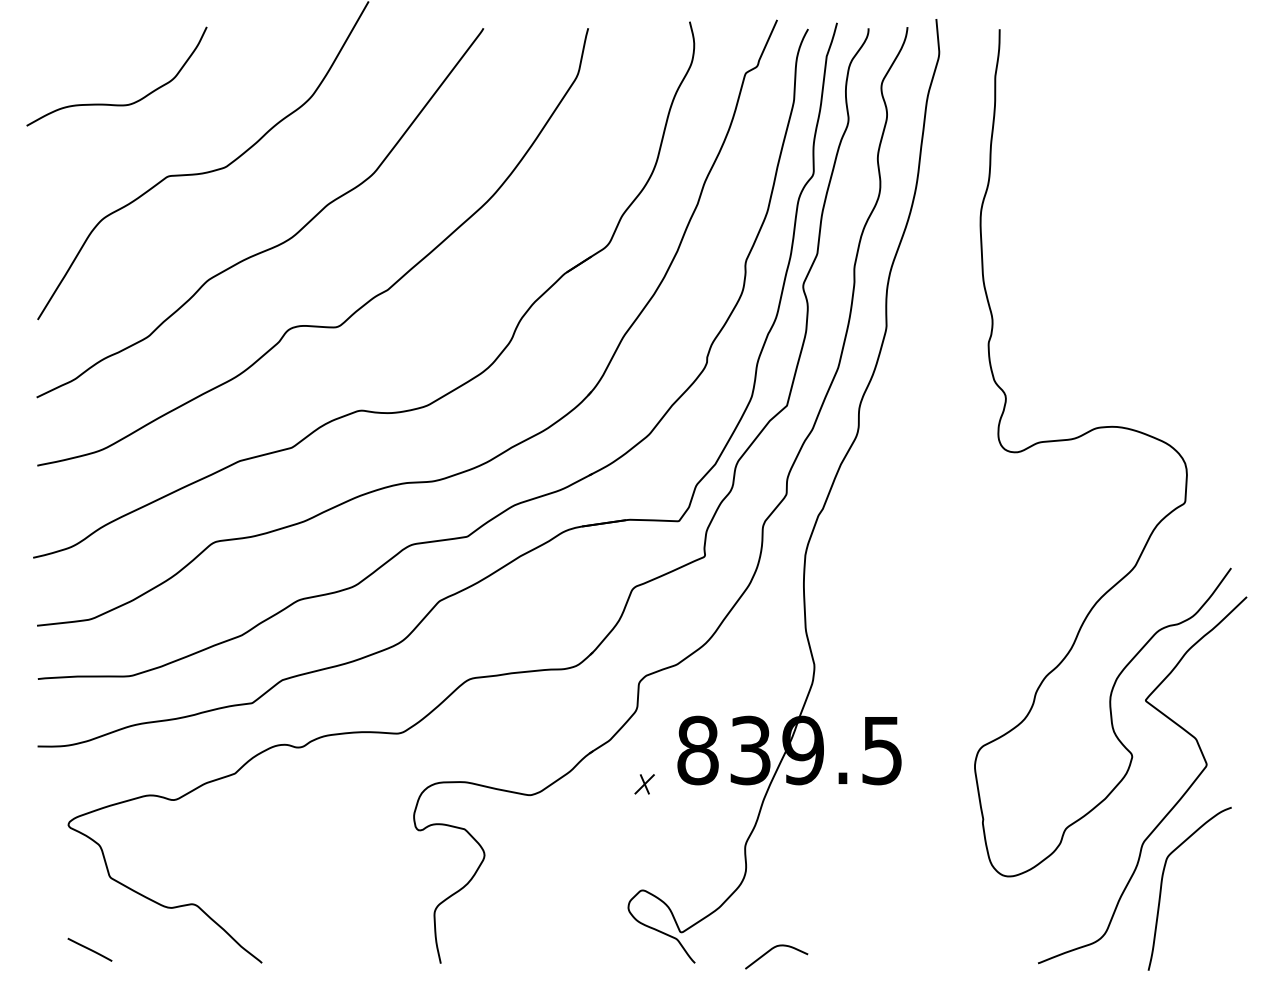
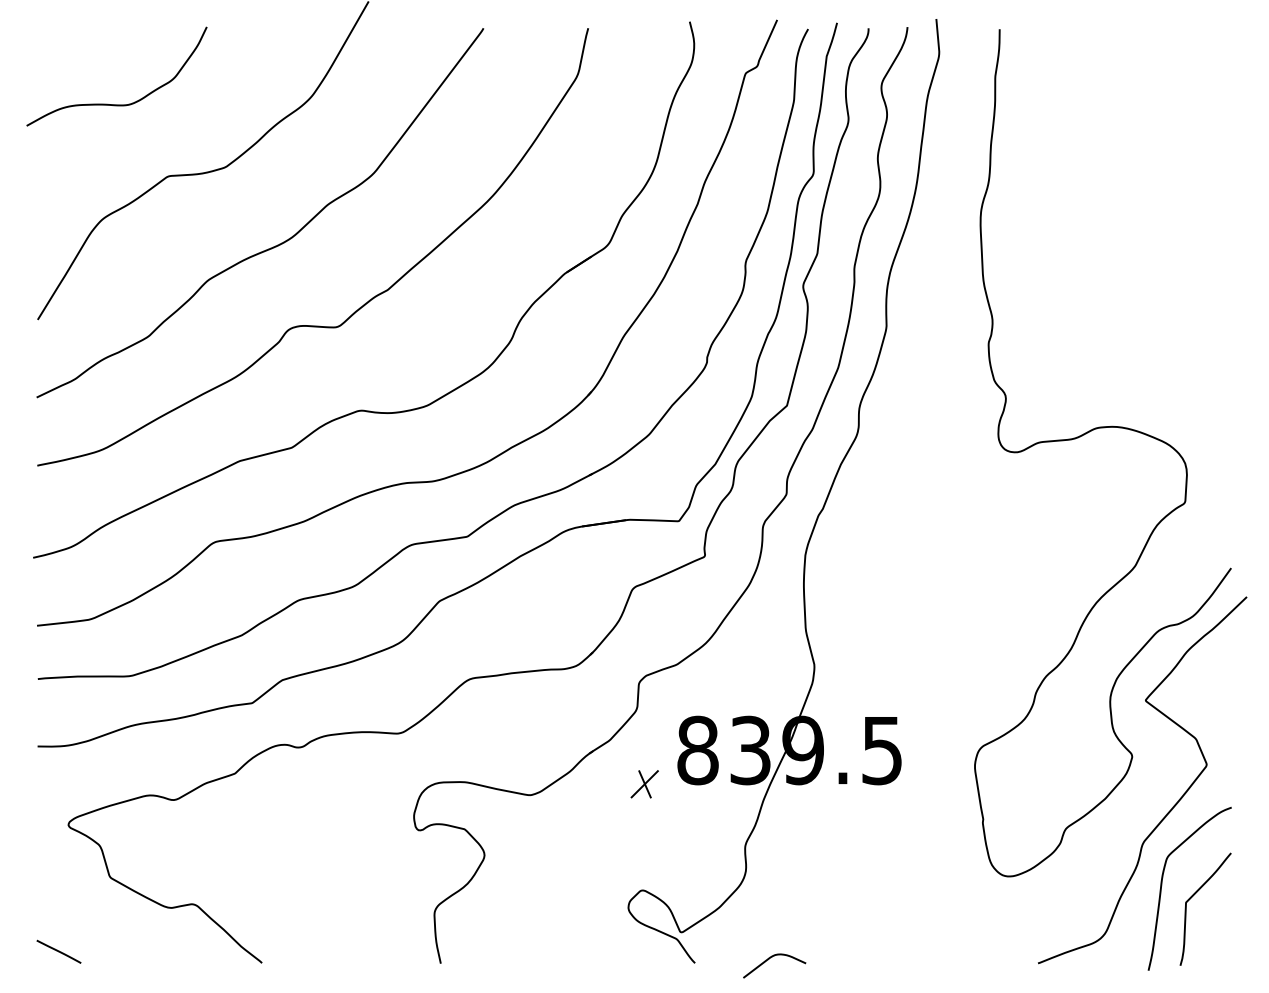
part at (644, 784) size: 21x21 px -> 29x29 px
curve at (1193, 896): none -> present
line at (89, 949) position: (89, 949) -> (58, 951)
curve at (771, 950) position: (771, 950) -> (769, 959)
